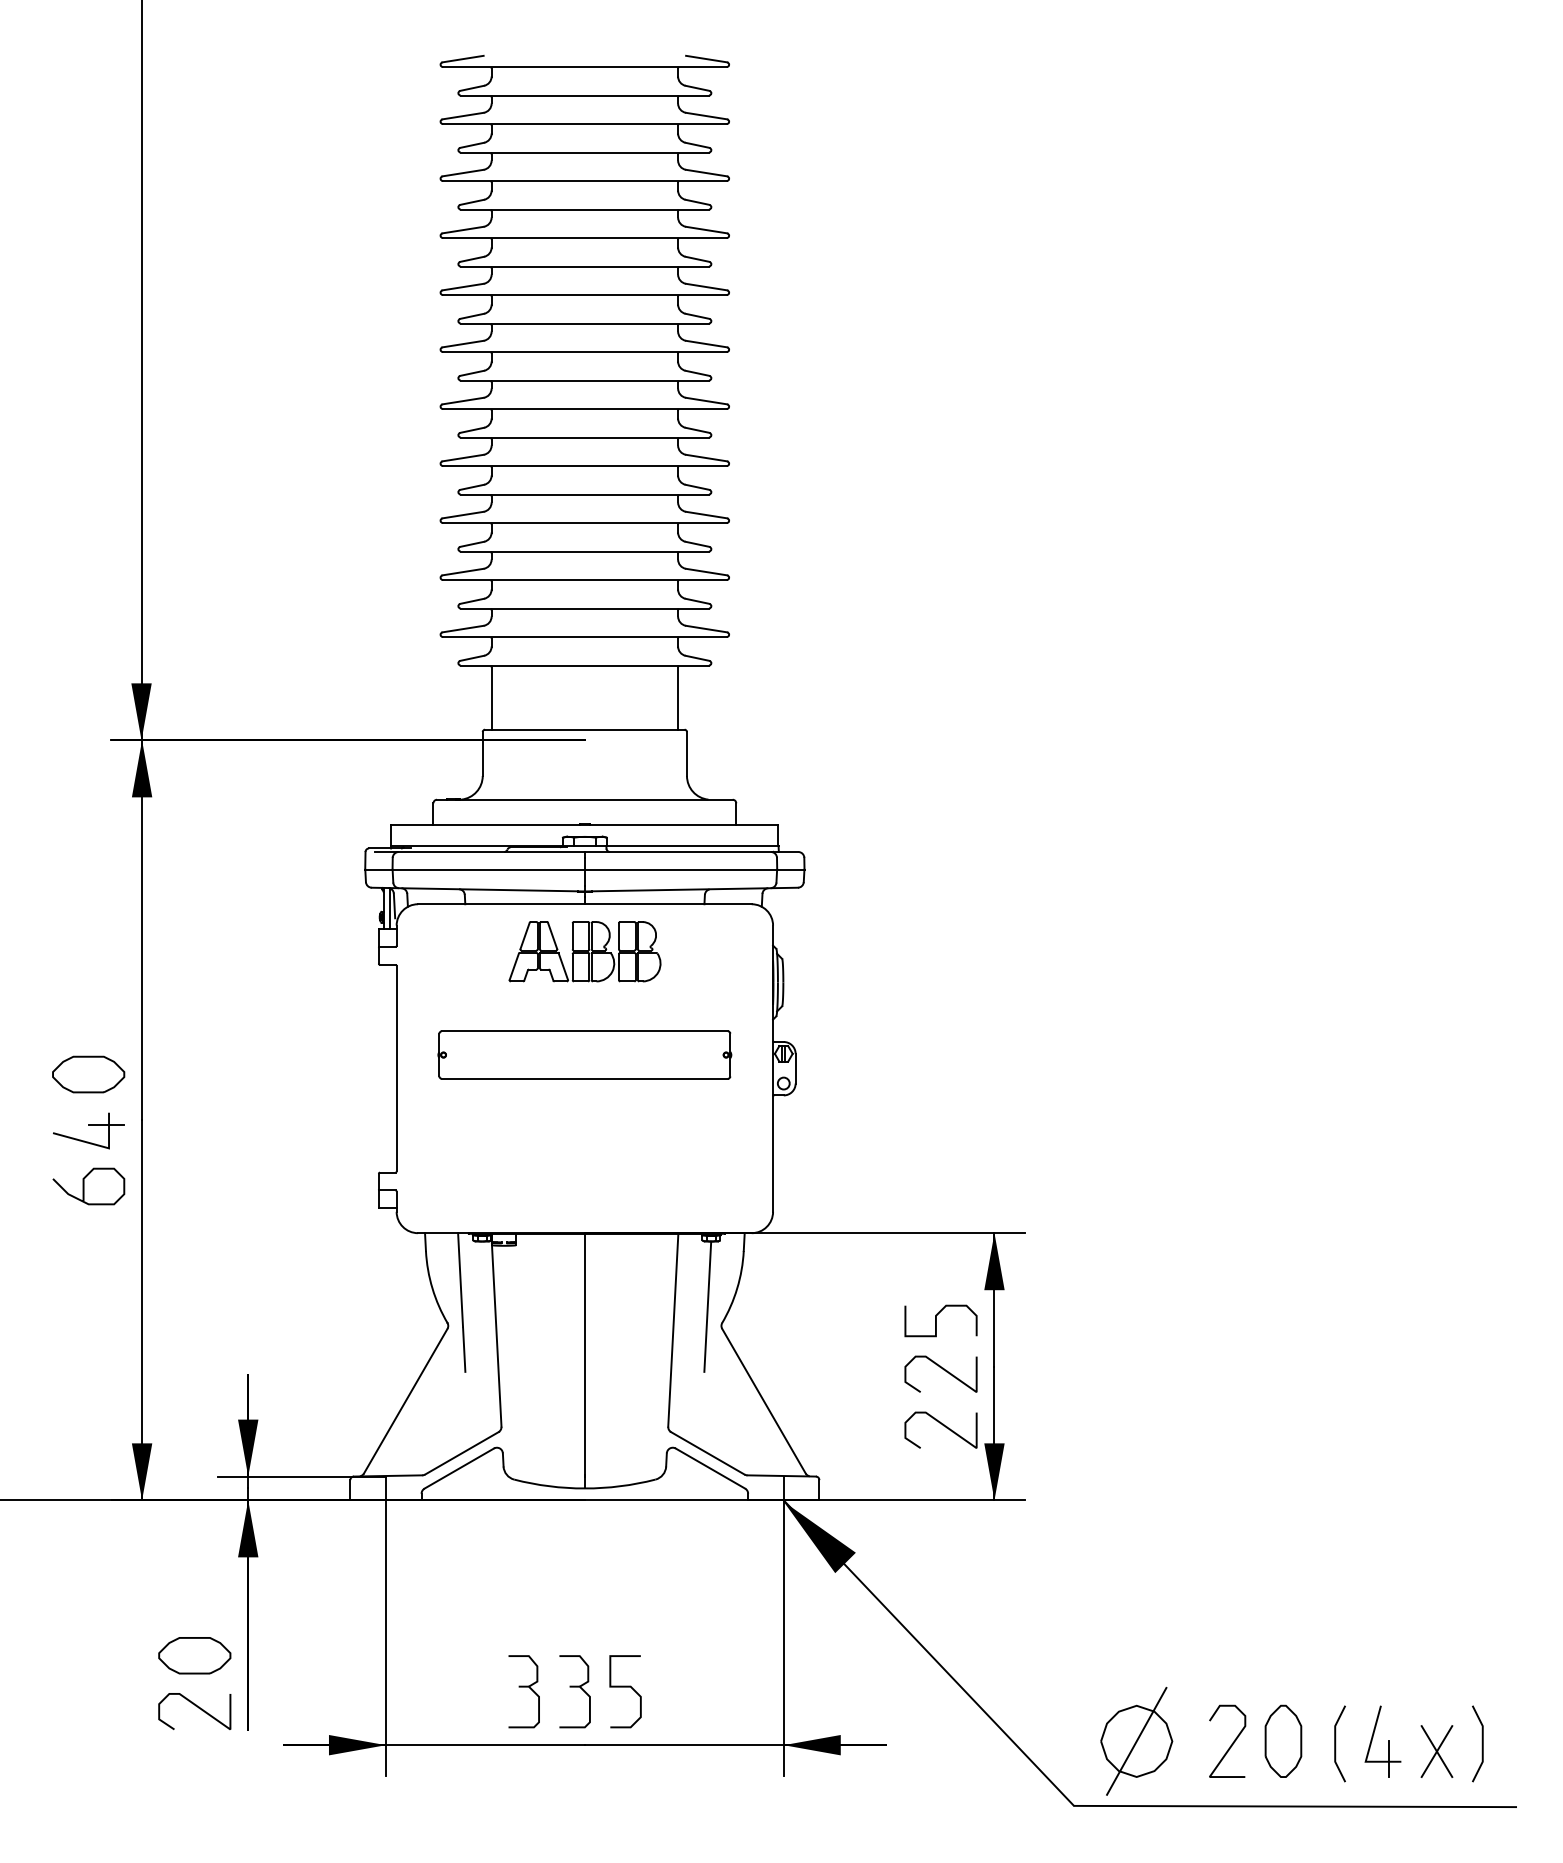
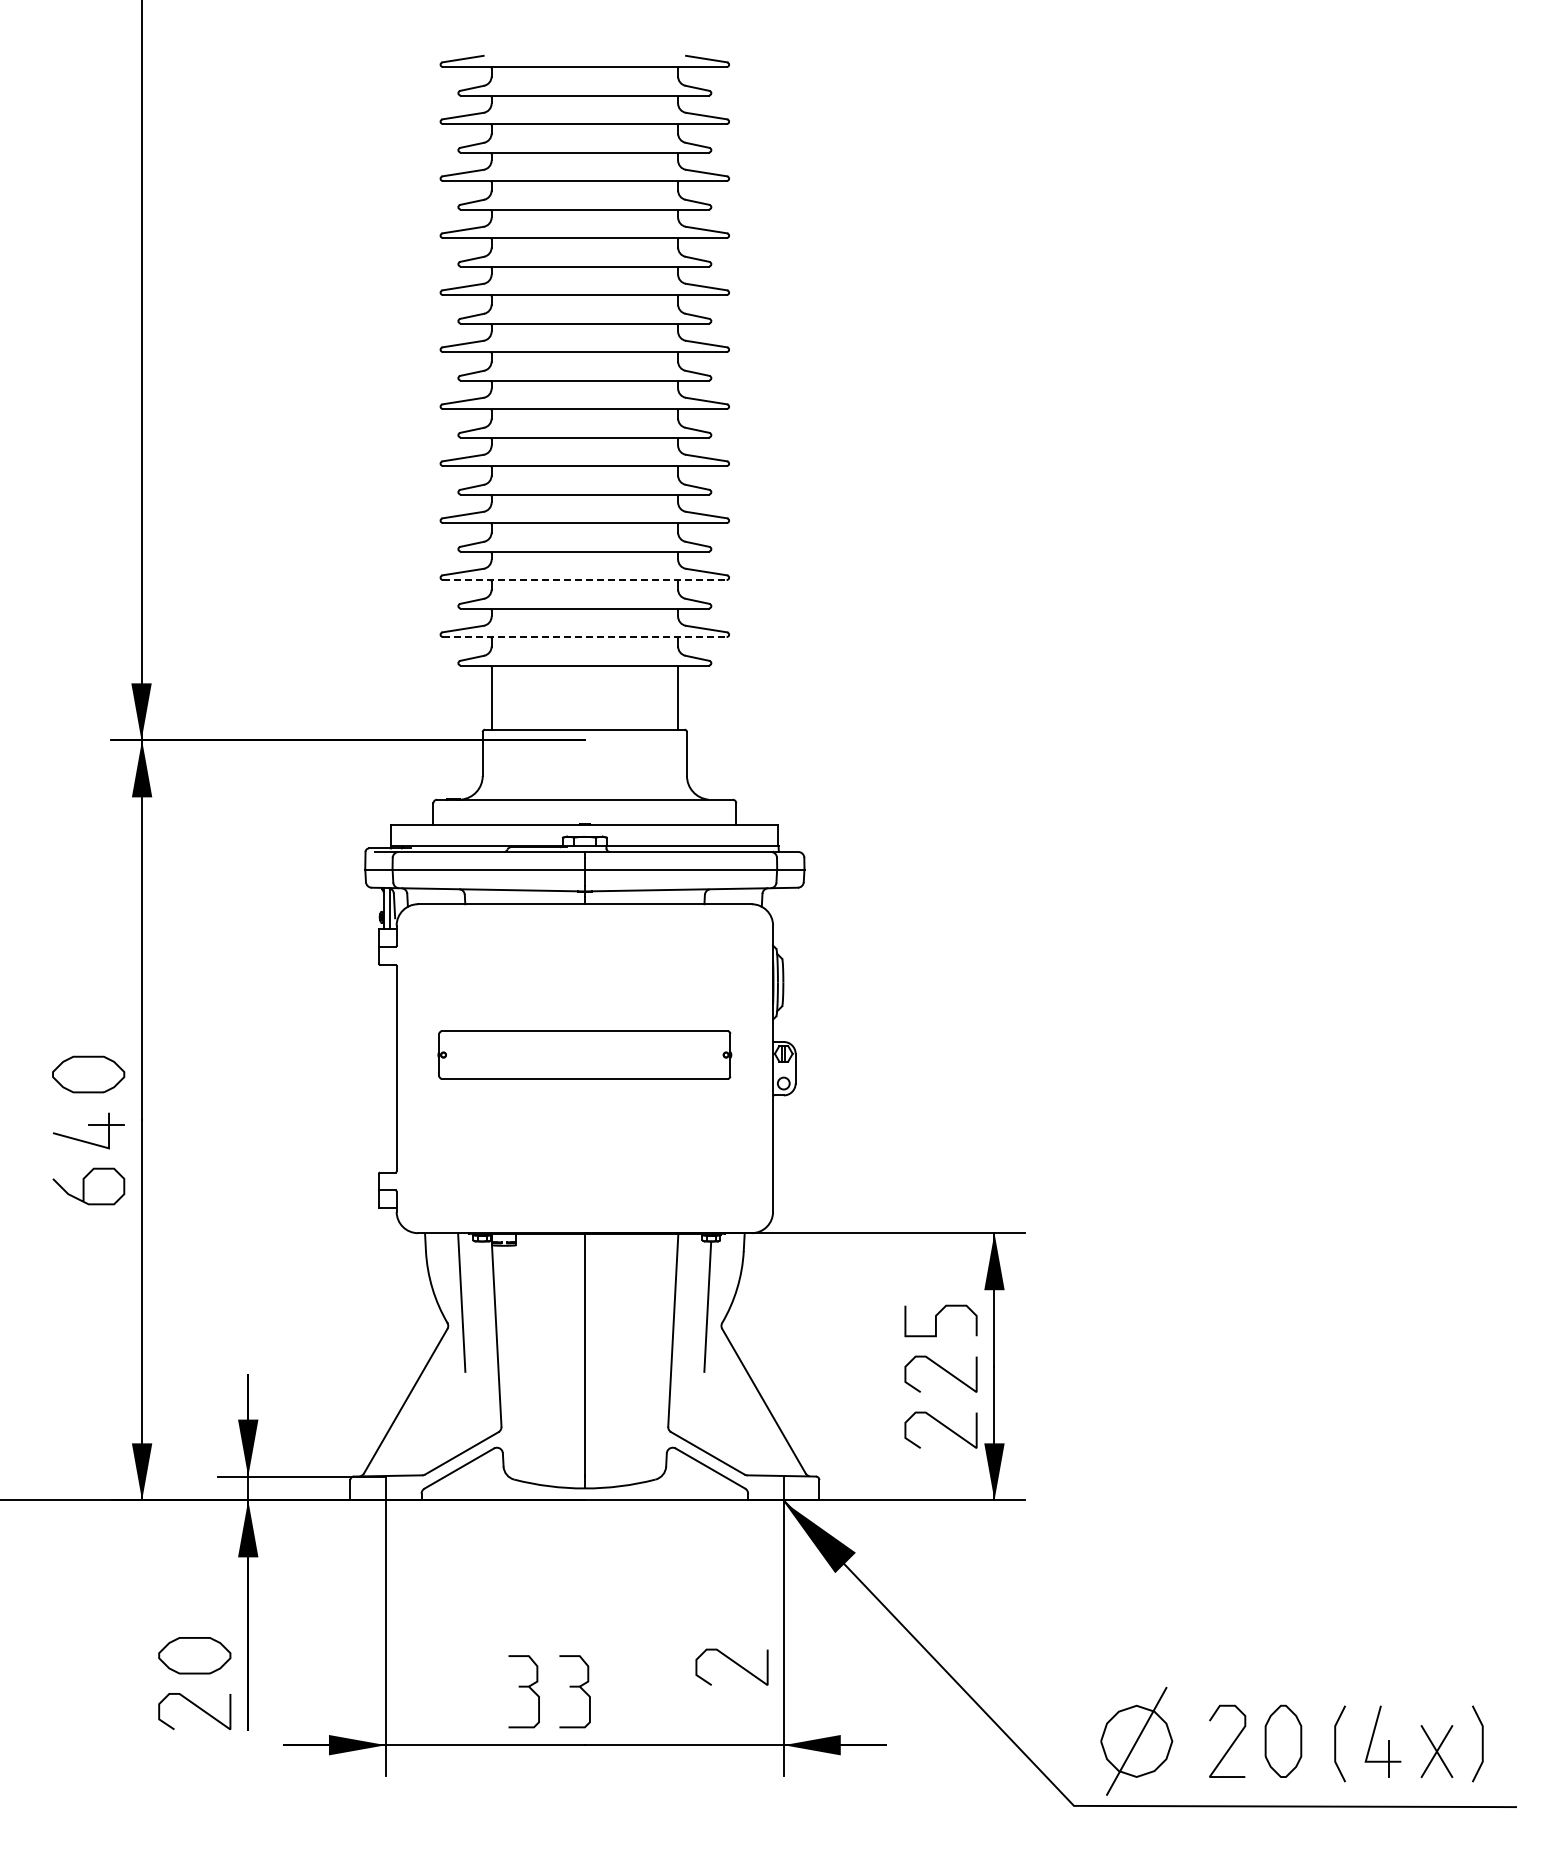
line at (584, 580): solid -> dashed
line at (584, 637): solid -> dashed
part at (584, 951): present -> none
curve at (734, 1663): none -> present
curve at (625, 1687): present -> none
